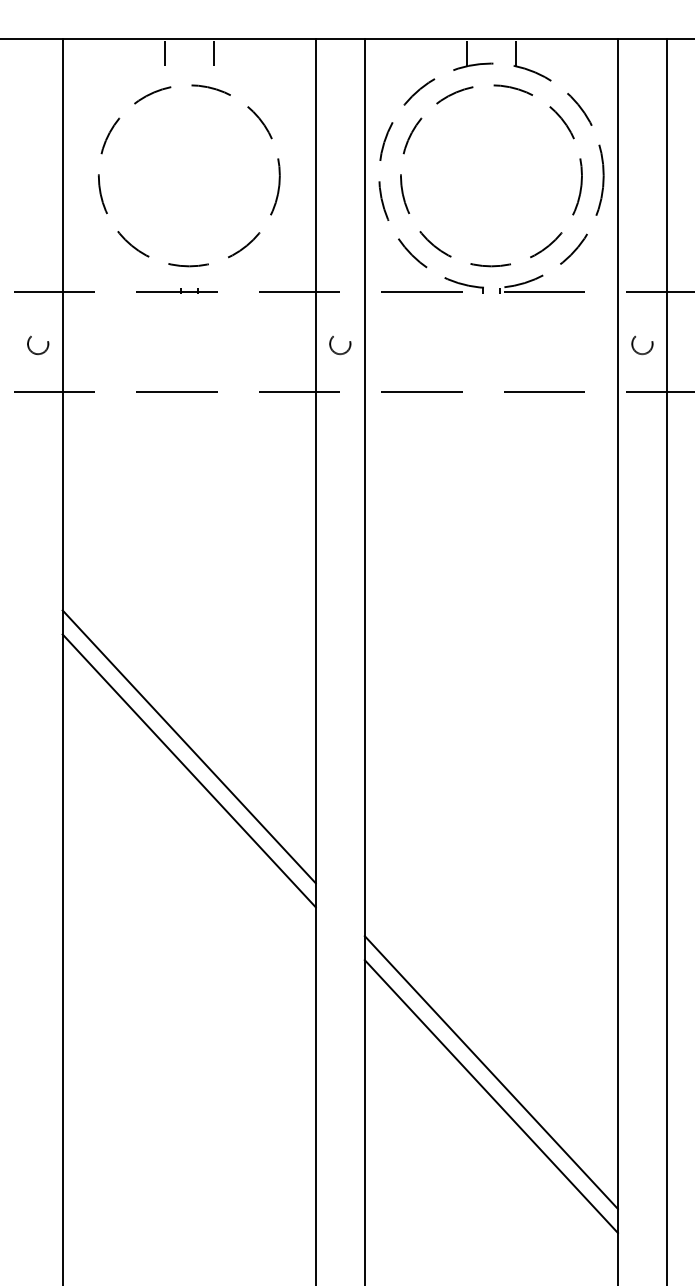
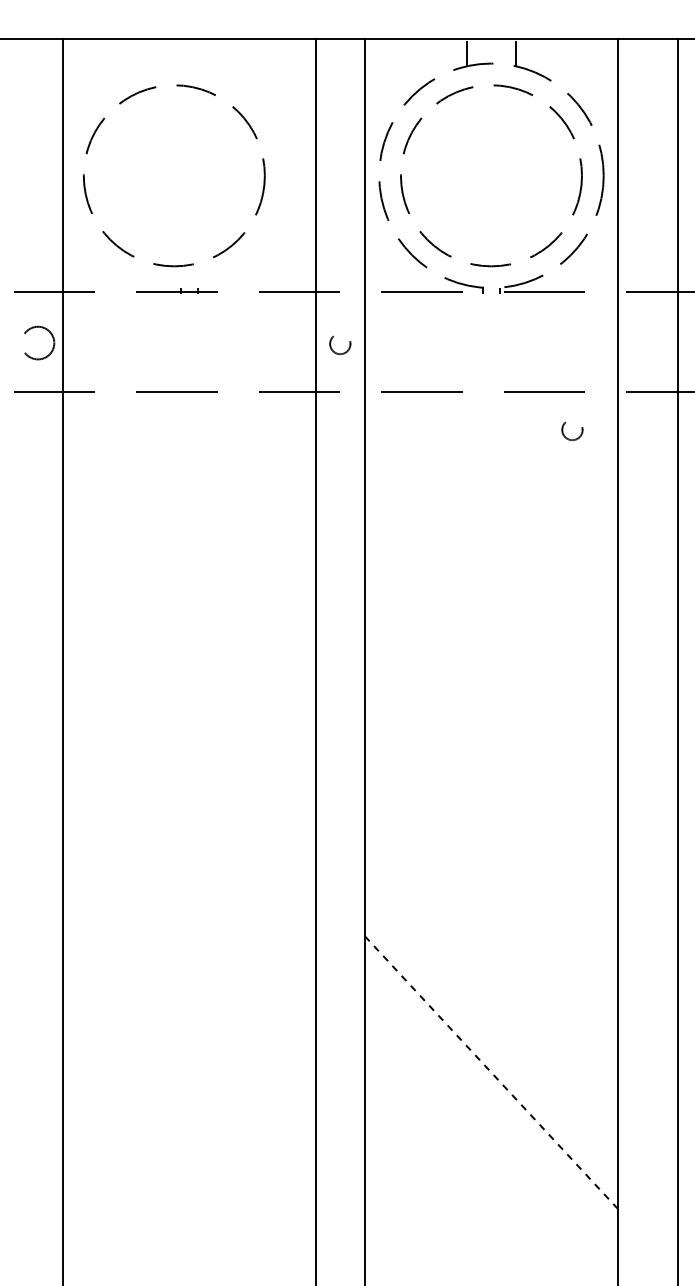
line at (164, 53): present -> none
line at (213, 53): present -> none
circle at (189, 175) position: (189, 175) -> (174, 175)
circle at (38, 345) size: 23x21 px -> 32x36 px
circle at (642, 345) position: (642, 345) -> (572, 431)
line at (666, 660) position: (666, 660) -> (677, 660)
line at (188, 746): present -> none
line at (188, 770): present -> none
line at (491, 1072): solid -> dashed
line at (490, 1096): present -> none
